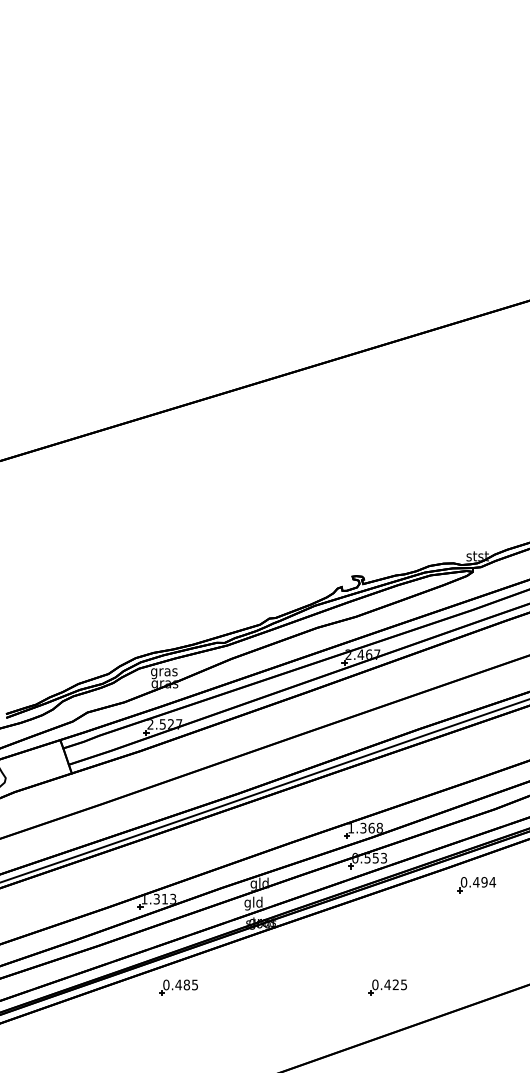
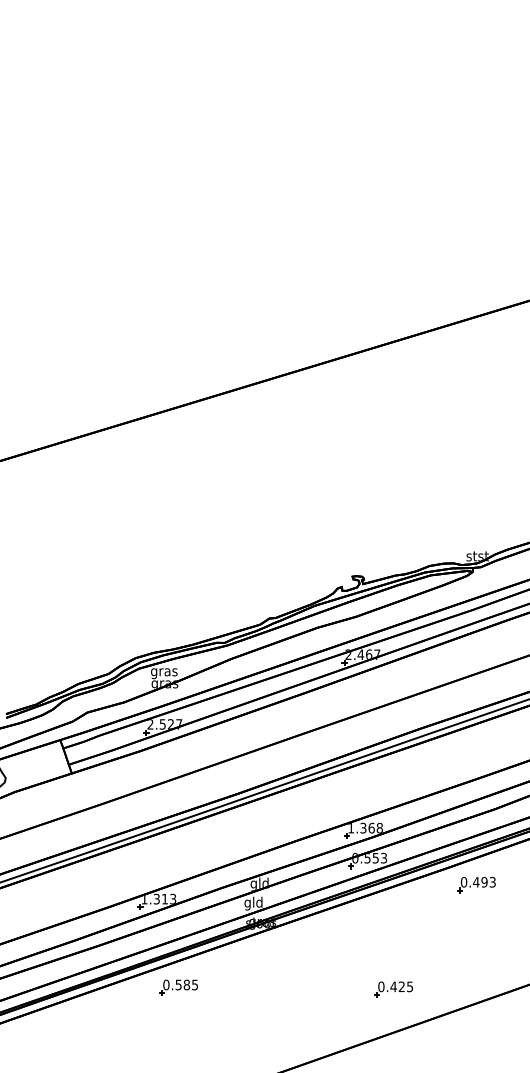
text at (492, 882): 0.494 -> 0.493
text at (178, 984): 0.485 -> 0.585
part at (387, 987) position: (387, 987) -> (393, 989)
